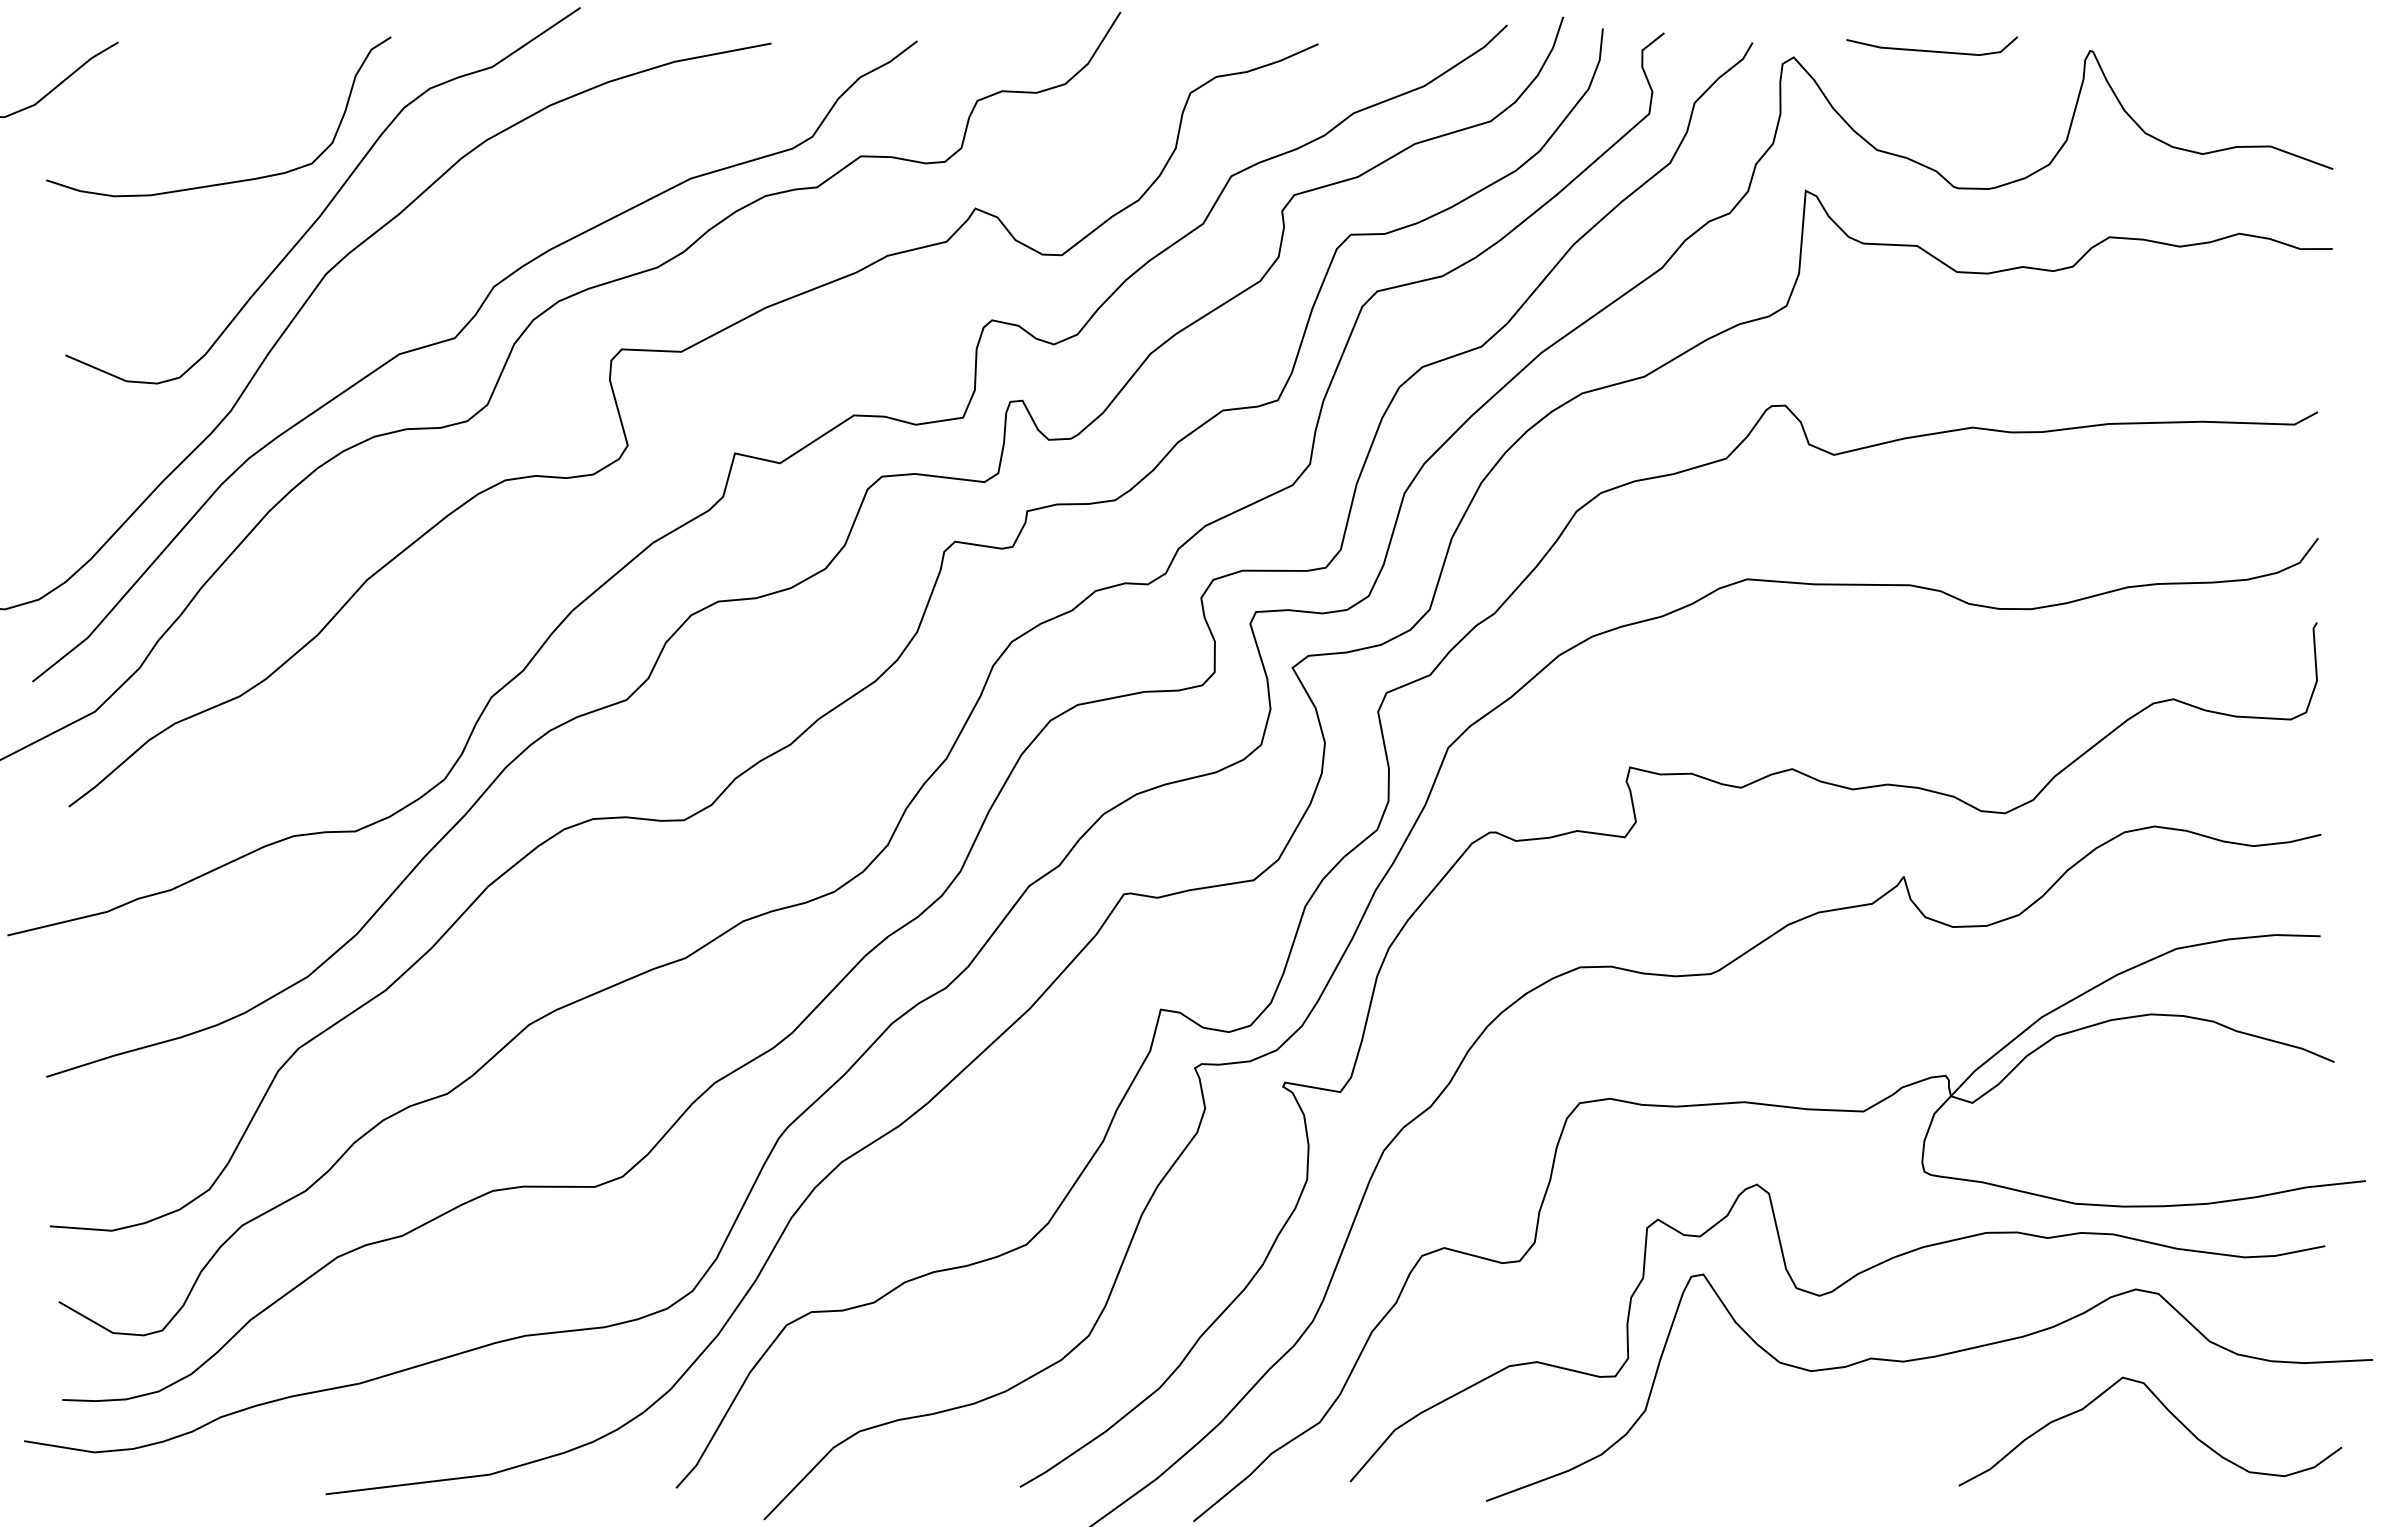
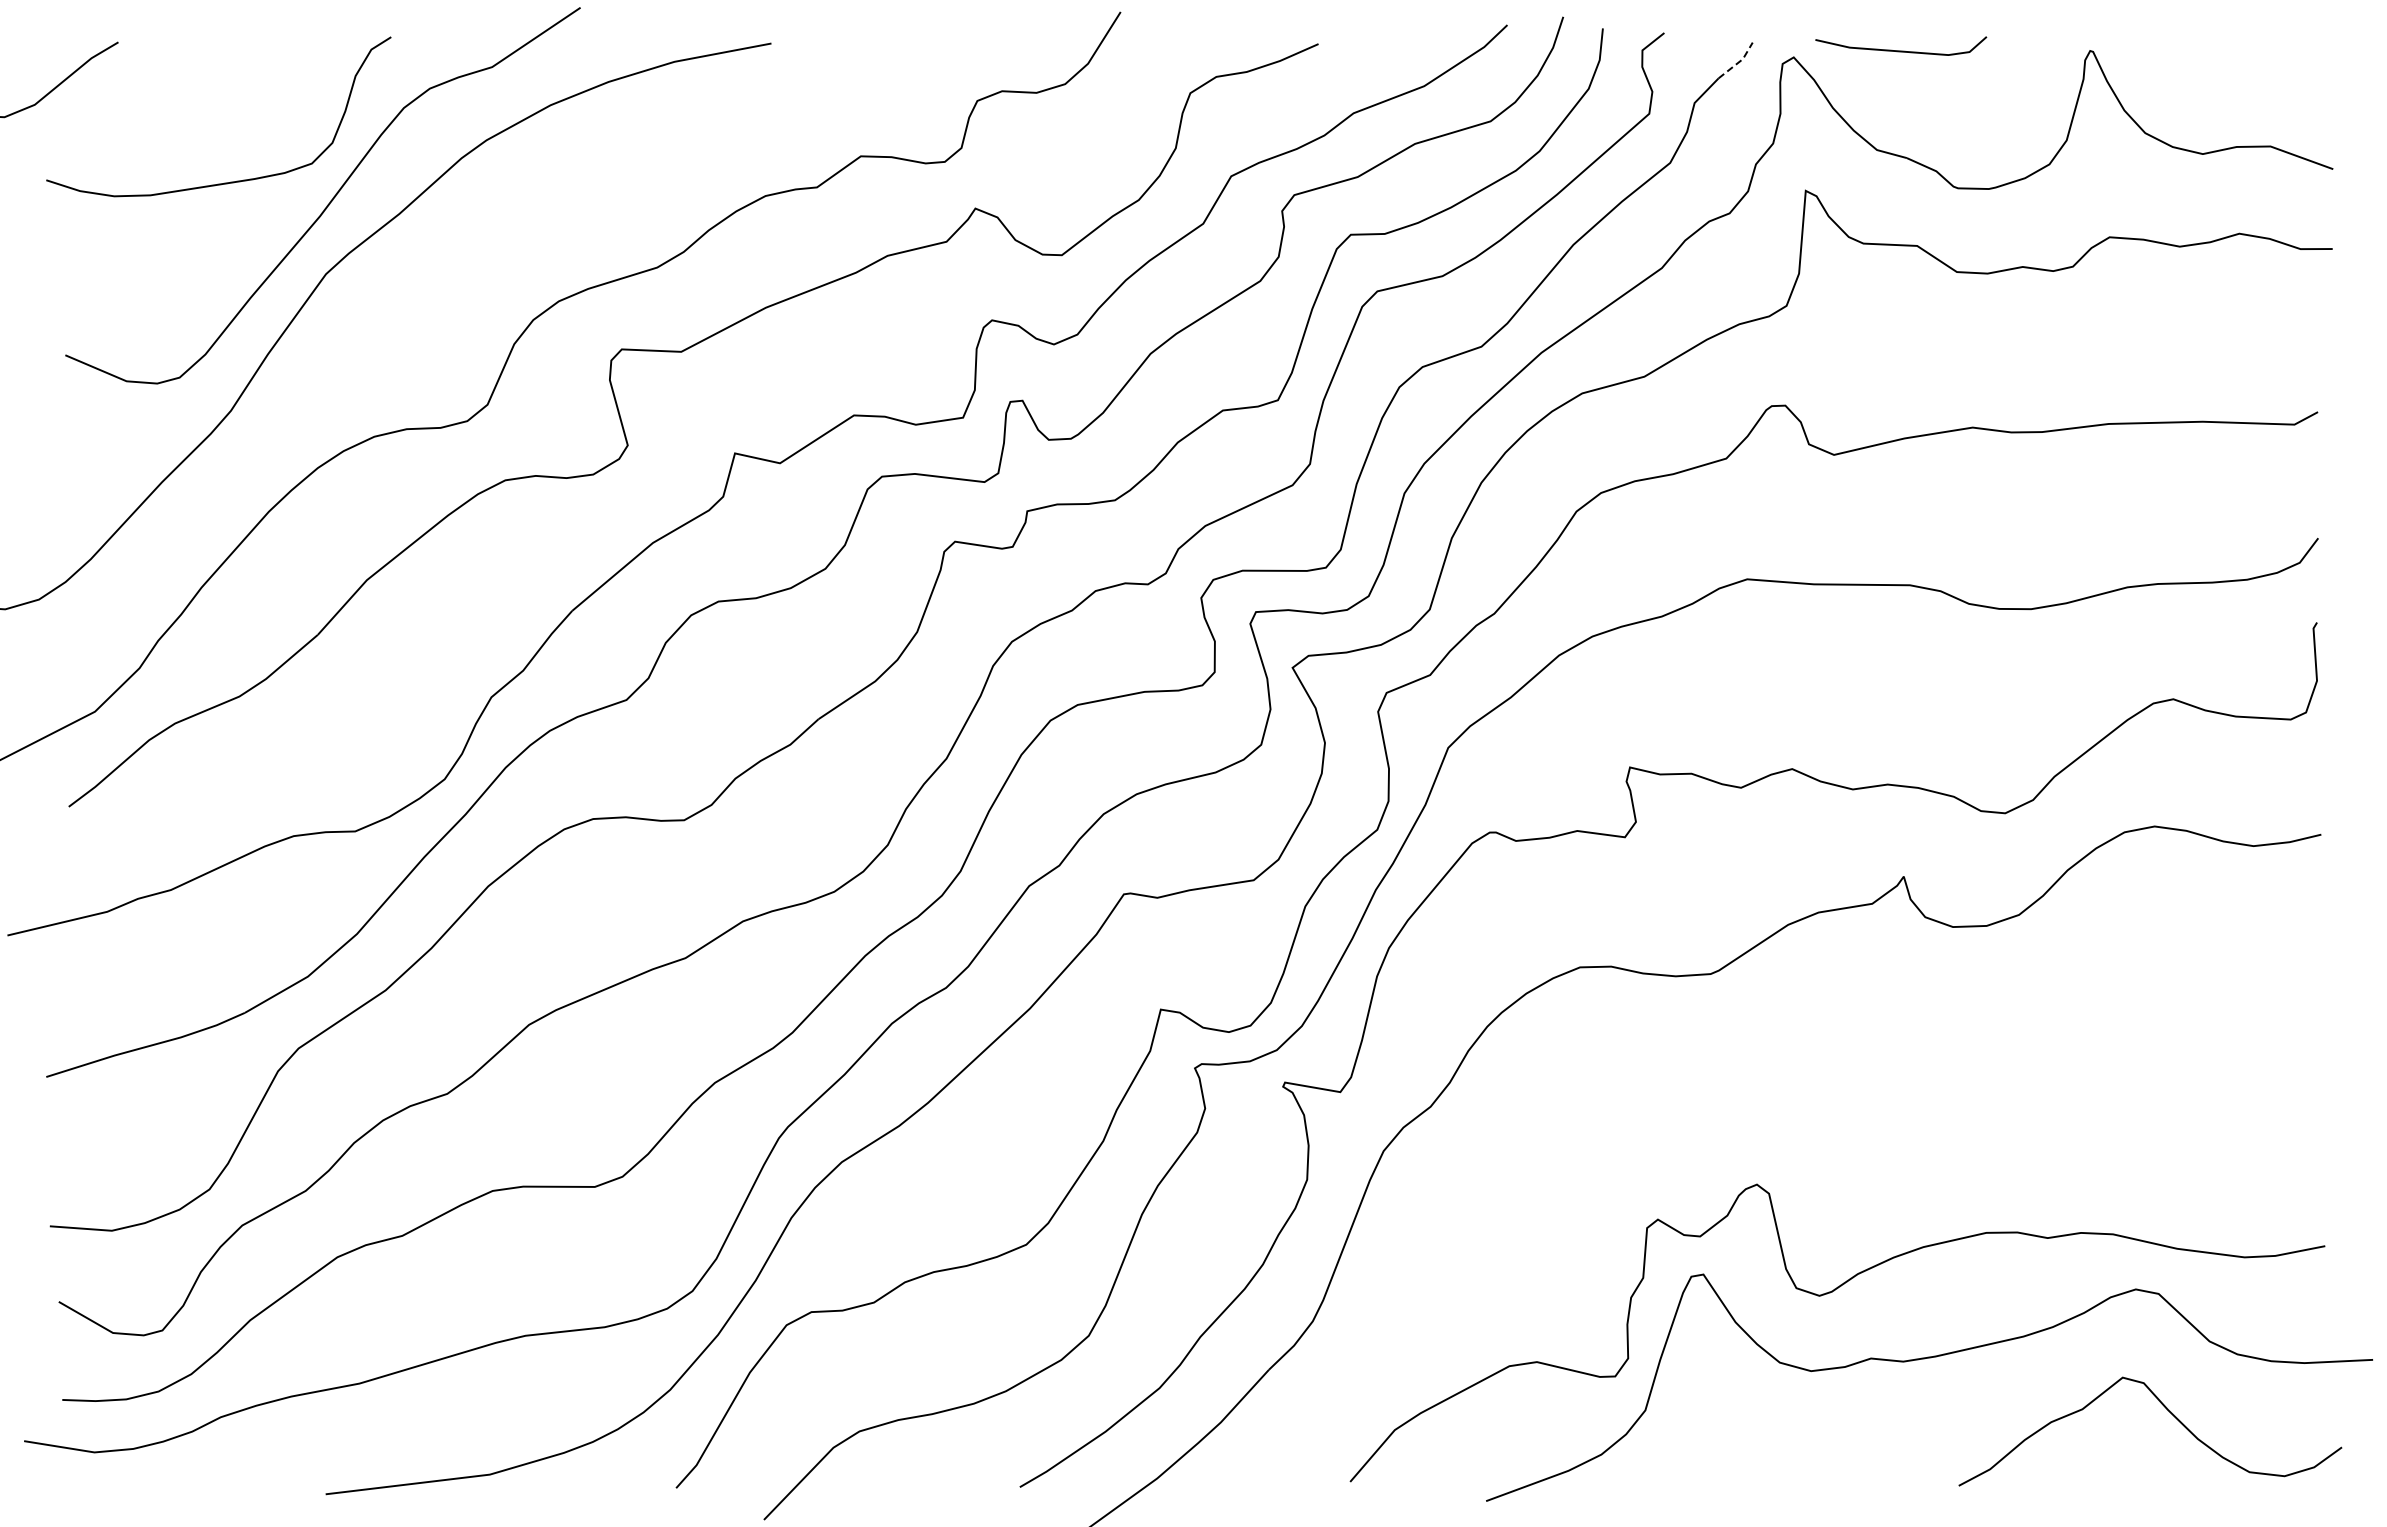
line at (1932, 50) position: (1932, 50) -> (1901, 50)
line at (1739, 62): solid -> dashed
curve at (454, 339): present -> none
part at (1788, 1108): present -> none
